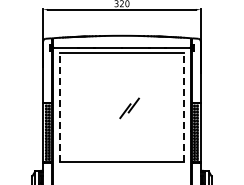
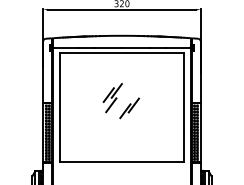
part at (112, 98): none -> present
line at (60, 107): dashed -> solid
line at (183, 107): dashed -> solid
